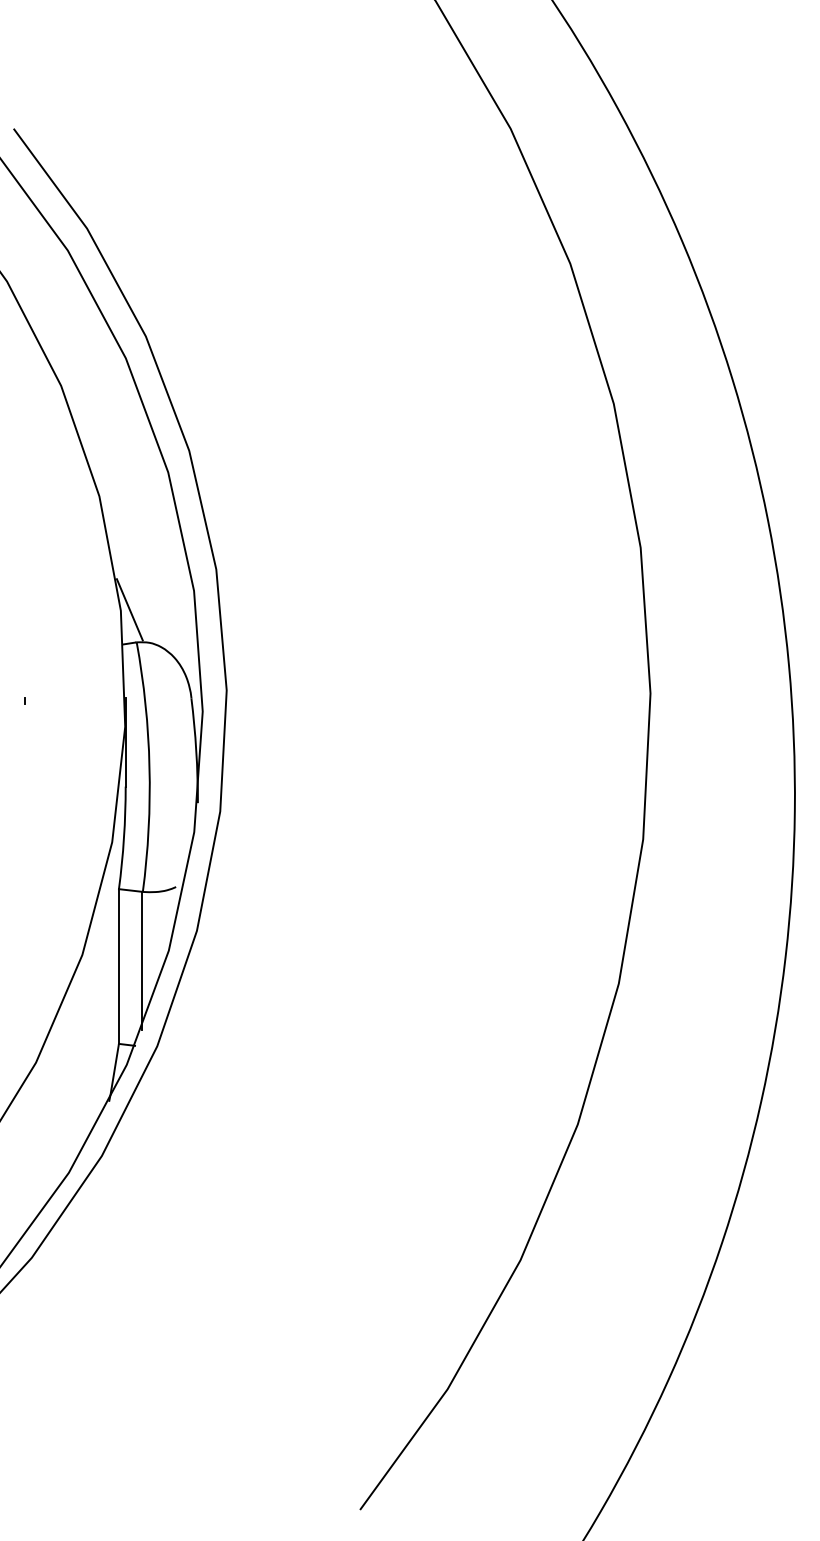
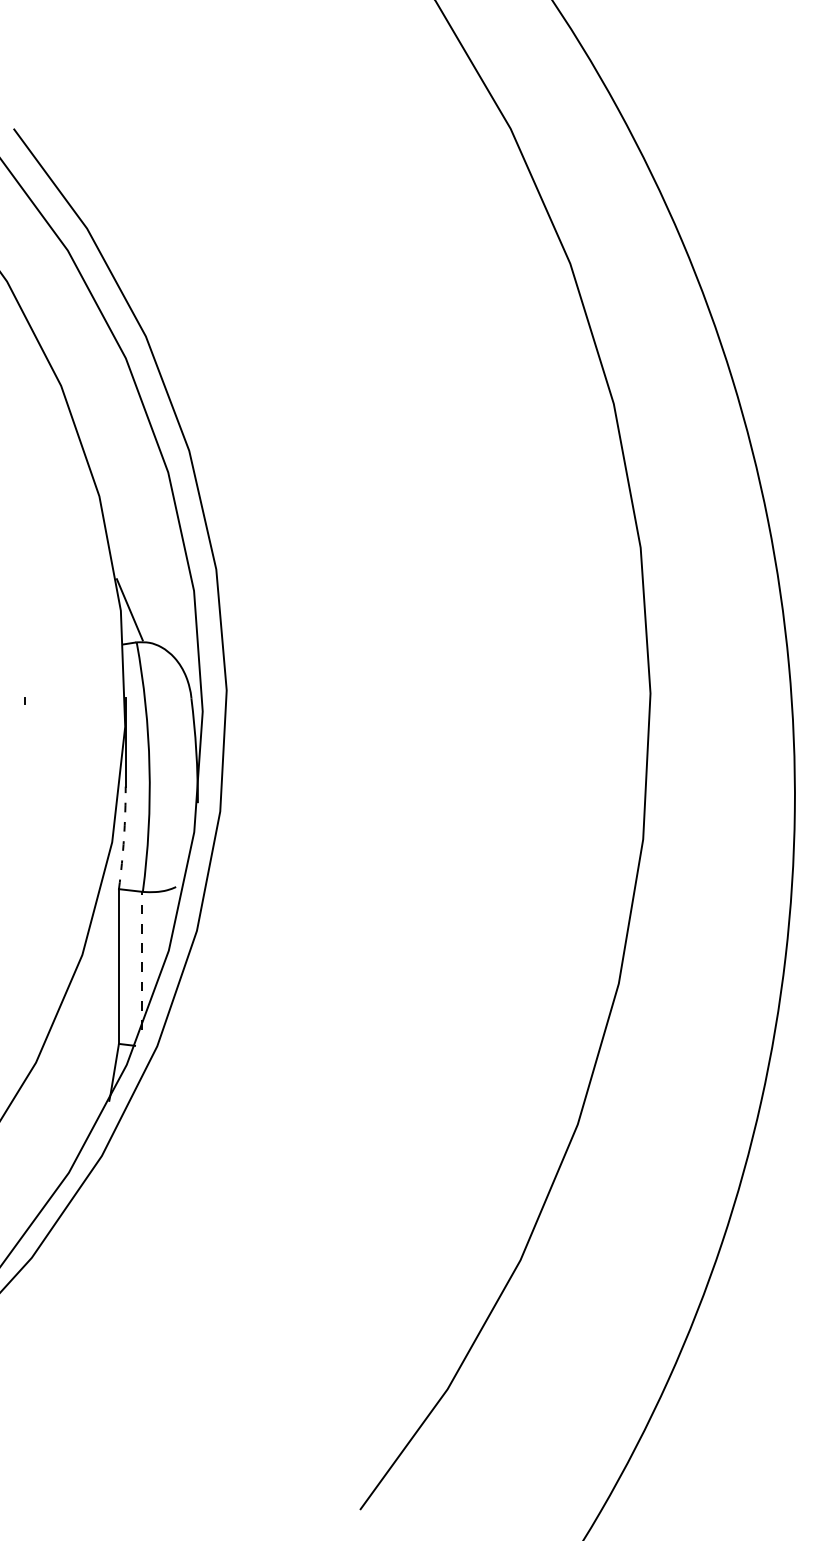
arc at (124, 837): solid -> dashed
line at (141, 960): solid -> dashed
